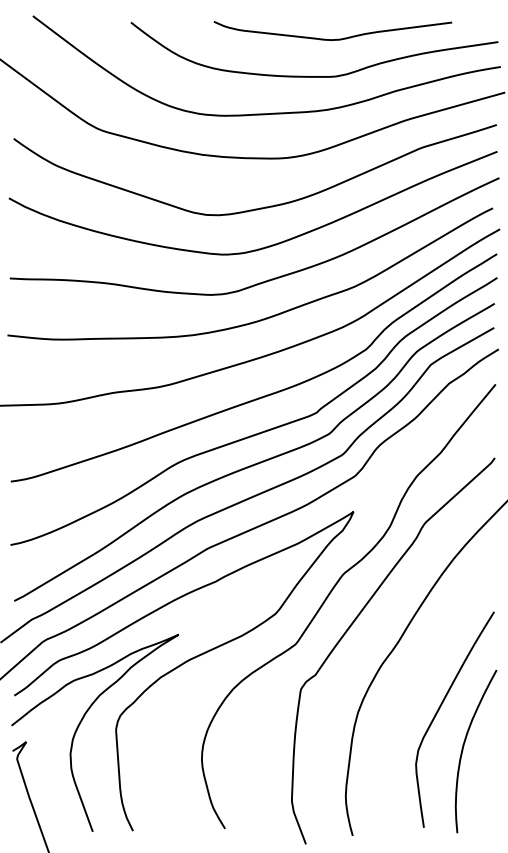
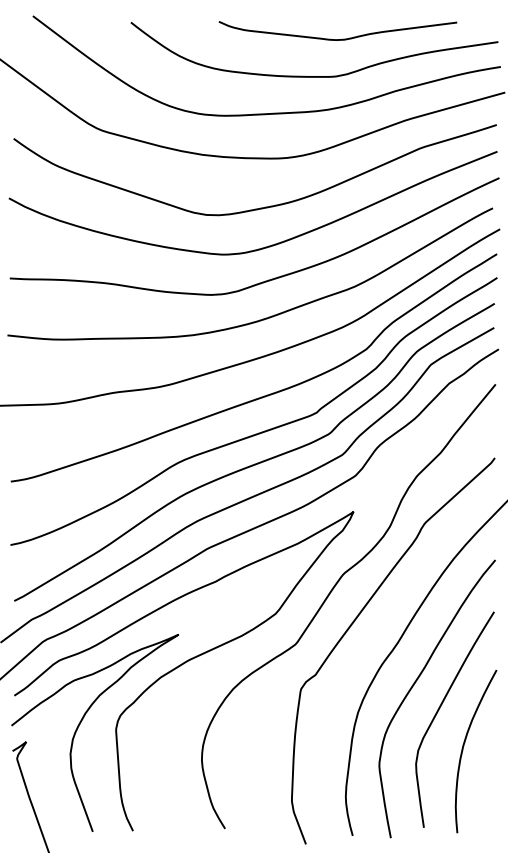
curve at (332, 39) position: (332, 39) -> (337, 39)
curve at (414, 685): none -> present
